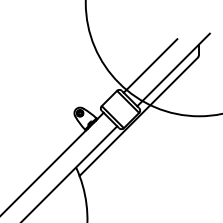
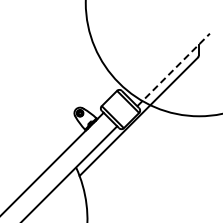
line at (150, 65): present -> none
line at (173, 69): solid -> dashed
